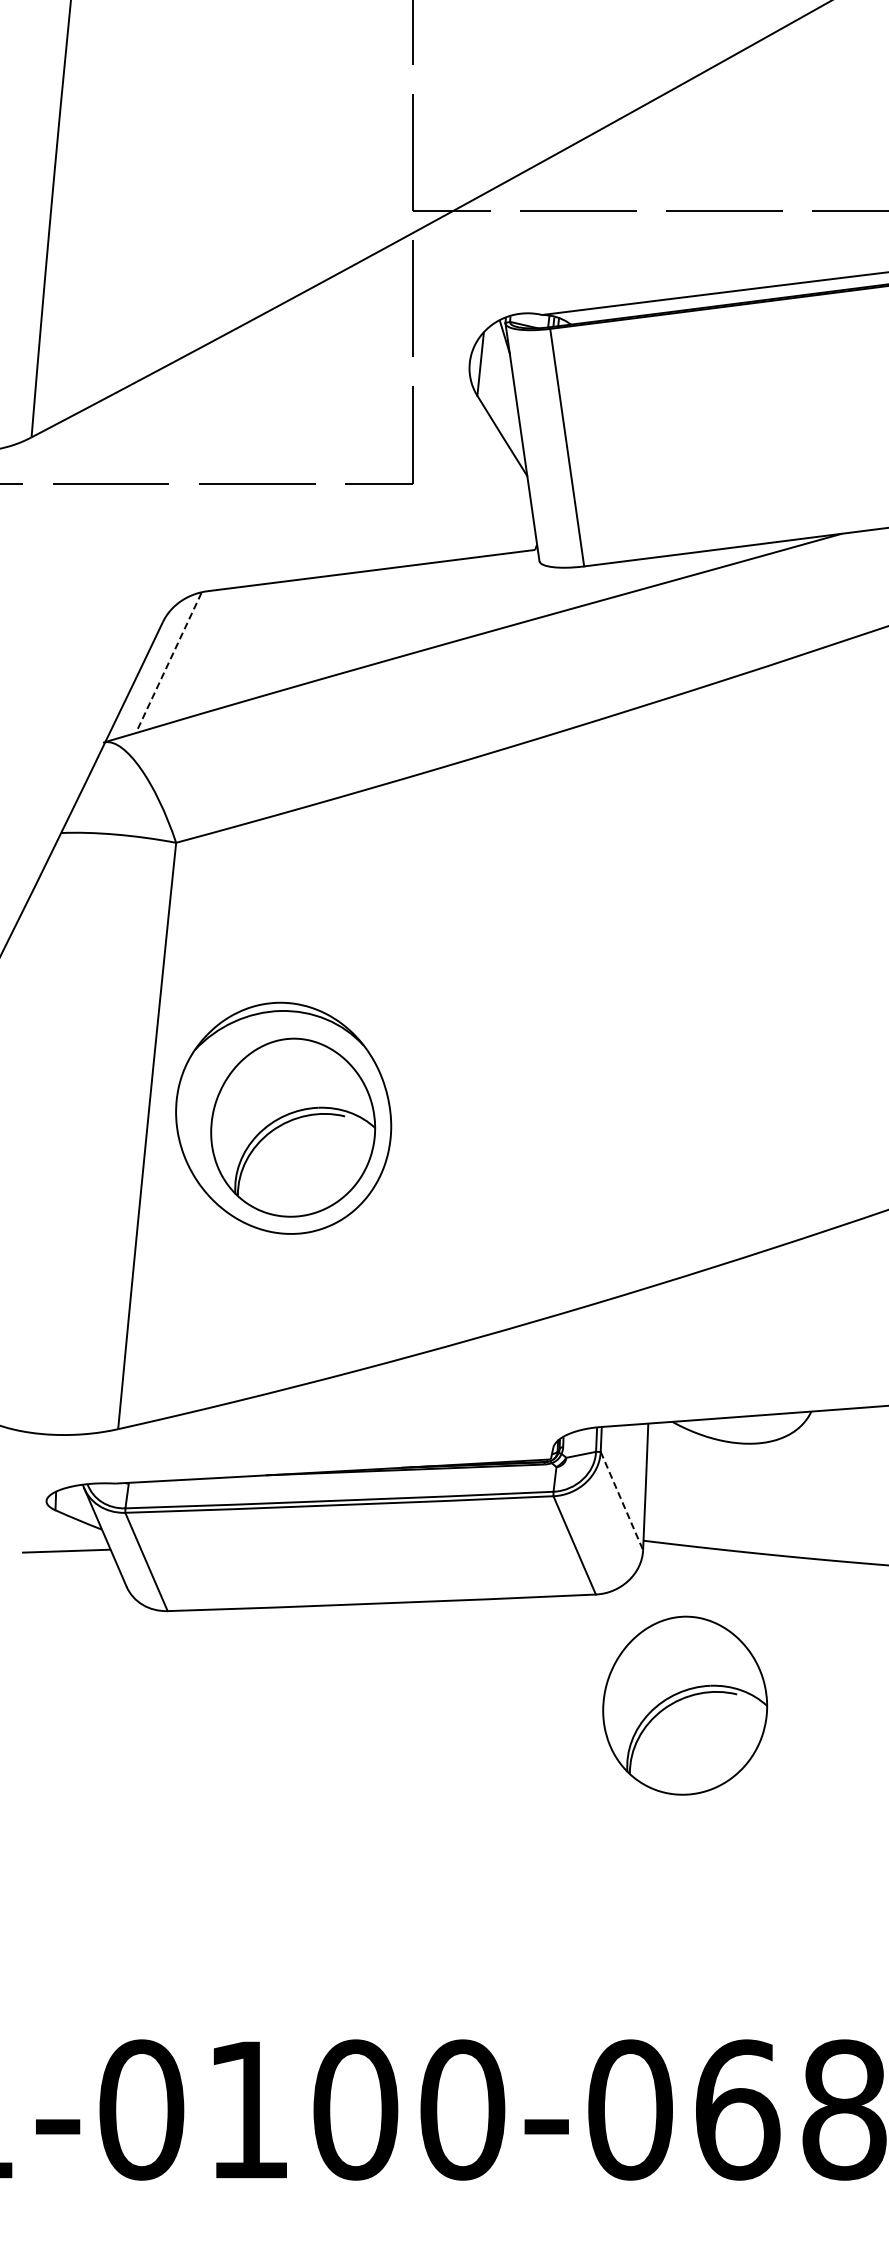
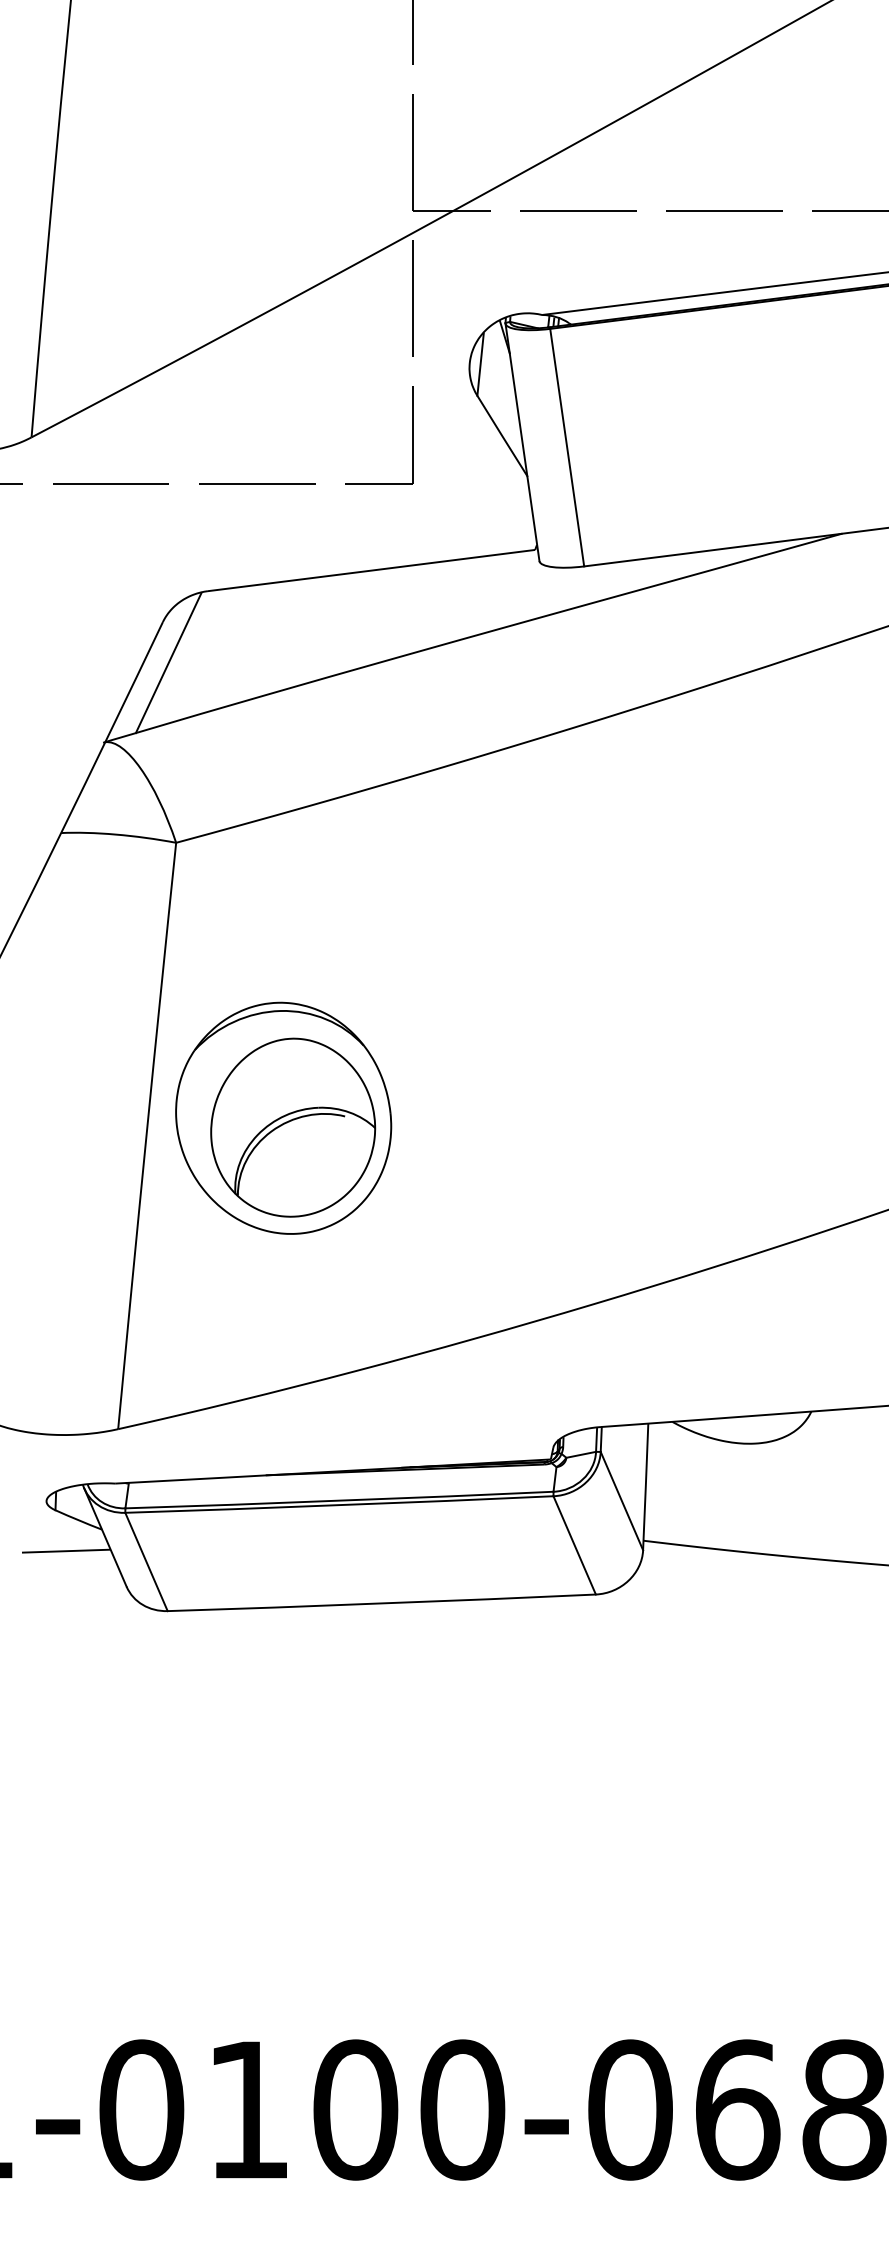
line at (168, 663): dashed -> solid
line at (621, 1501): dashed -> solid
part at (685, 1705): present -> none
